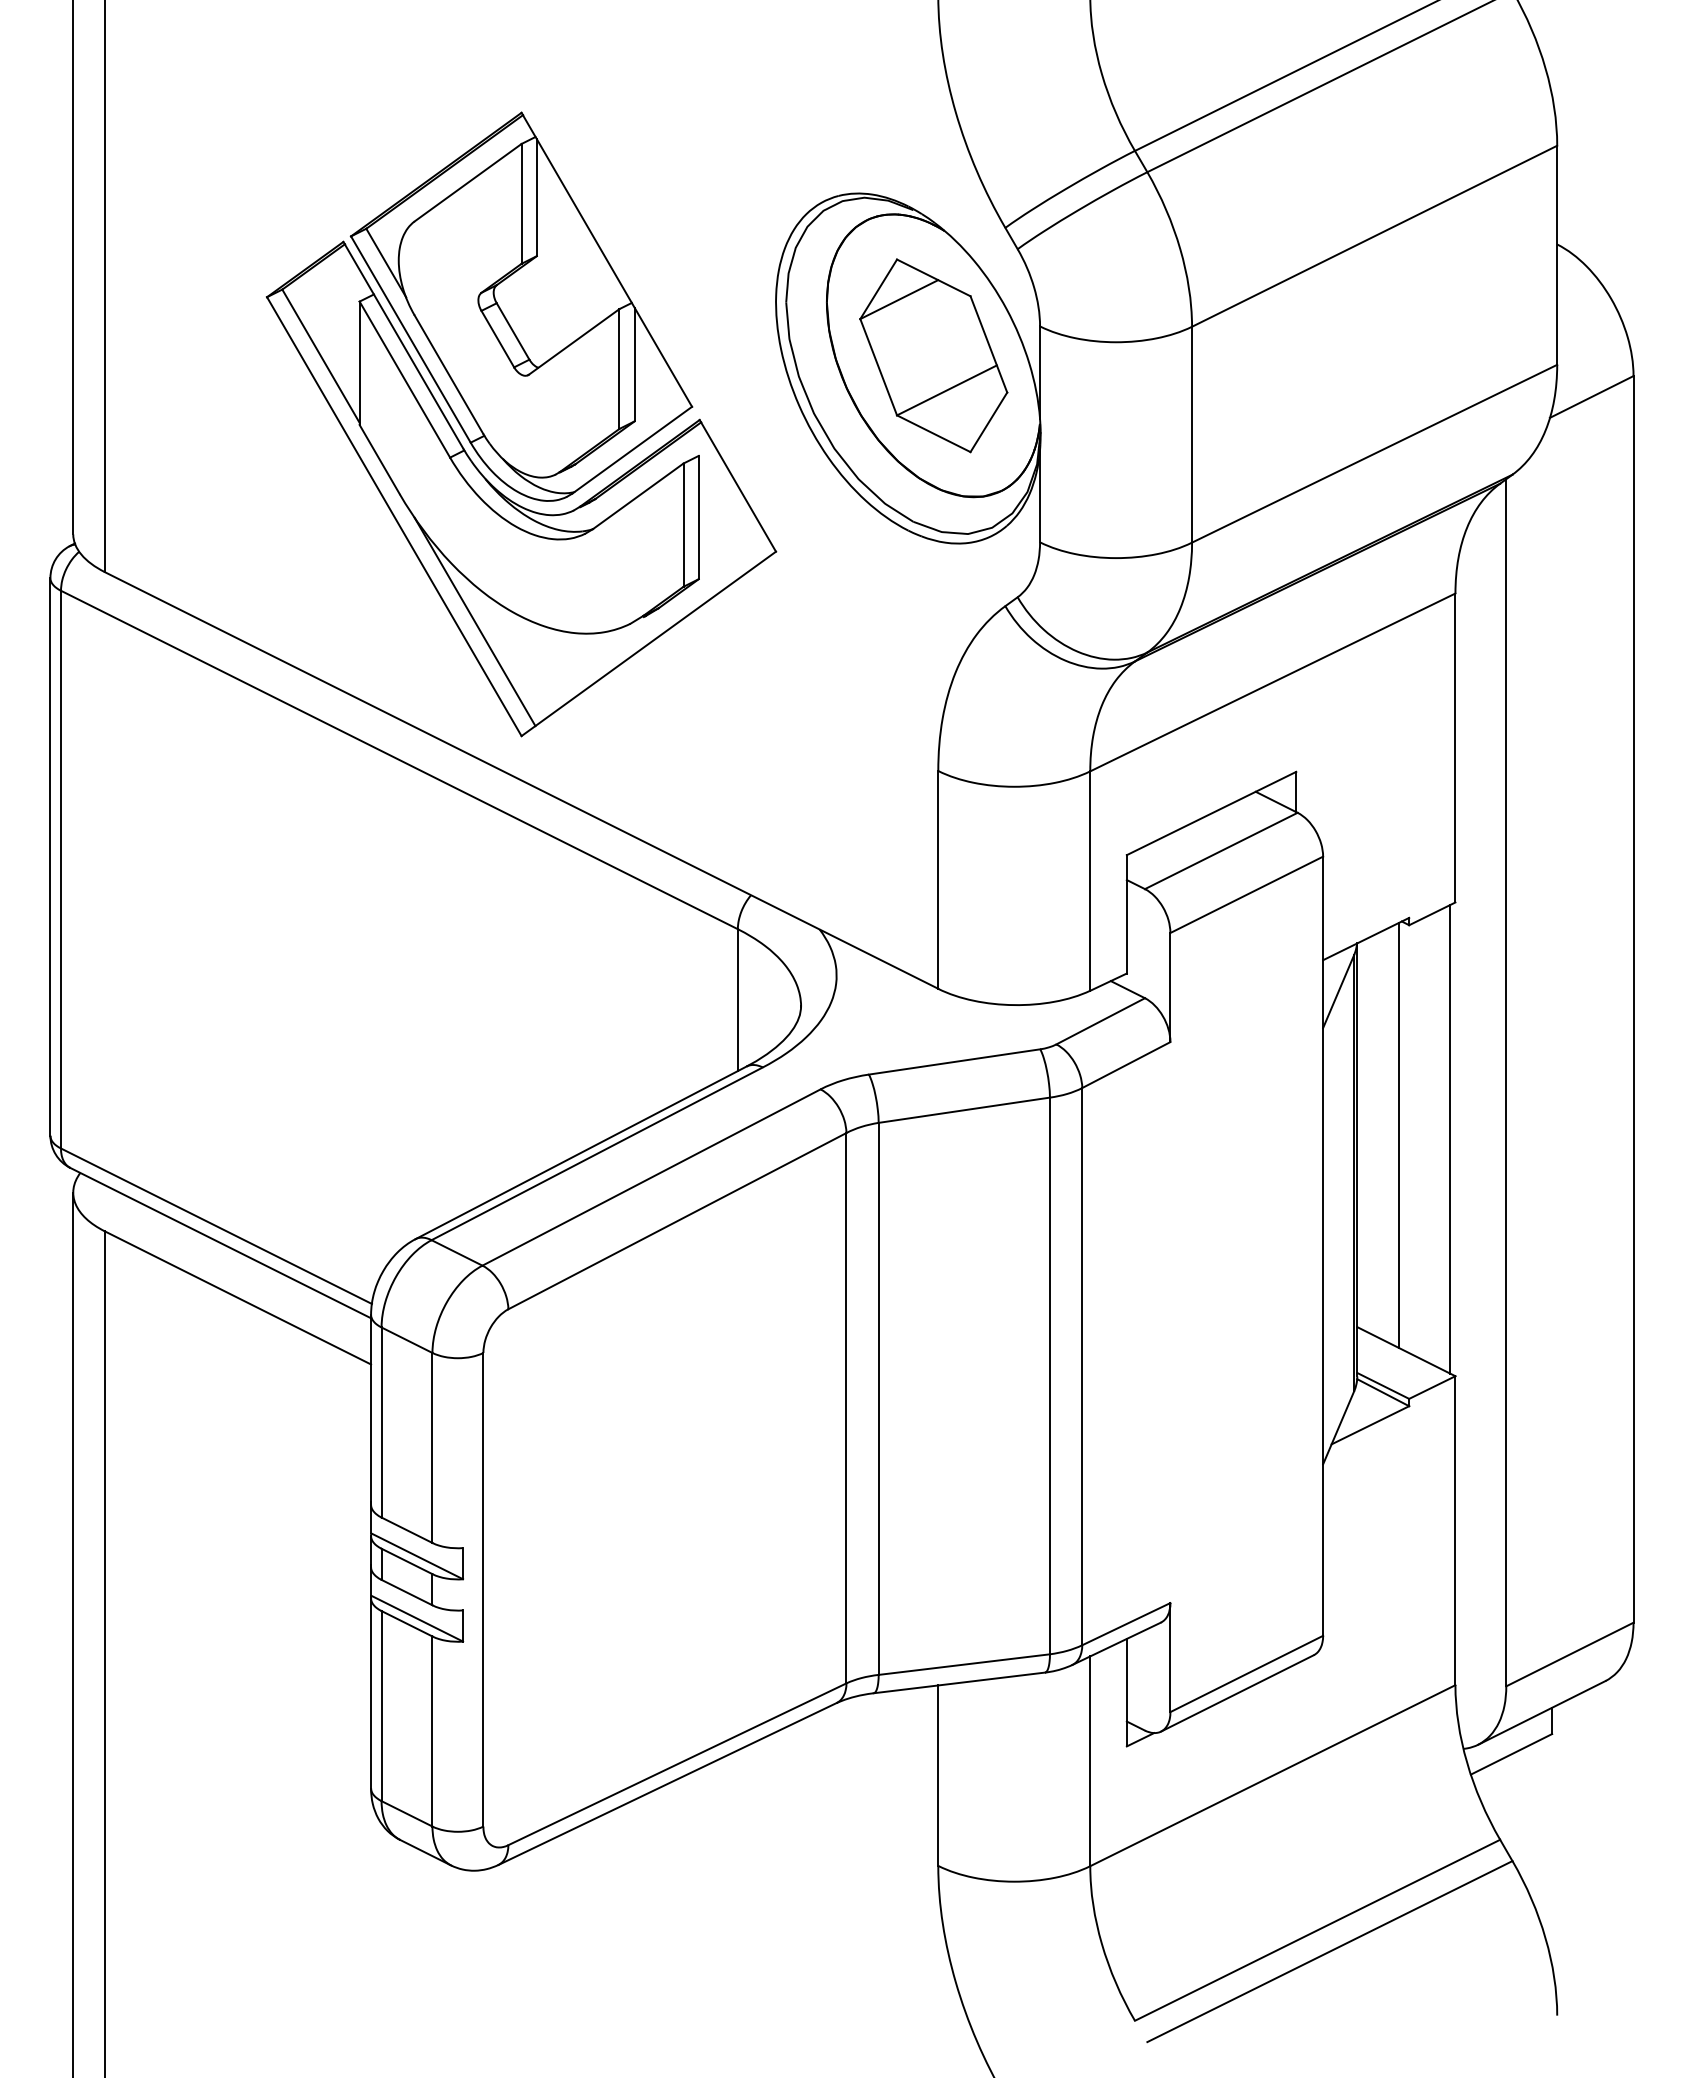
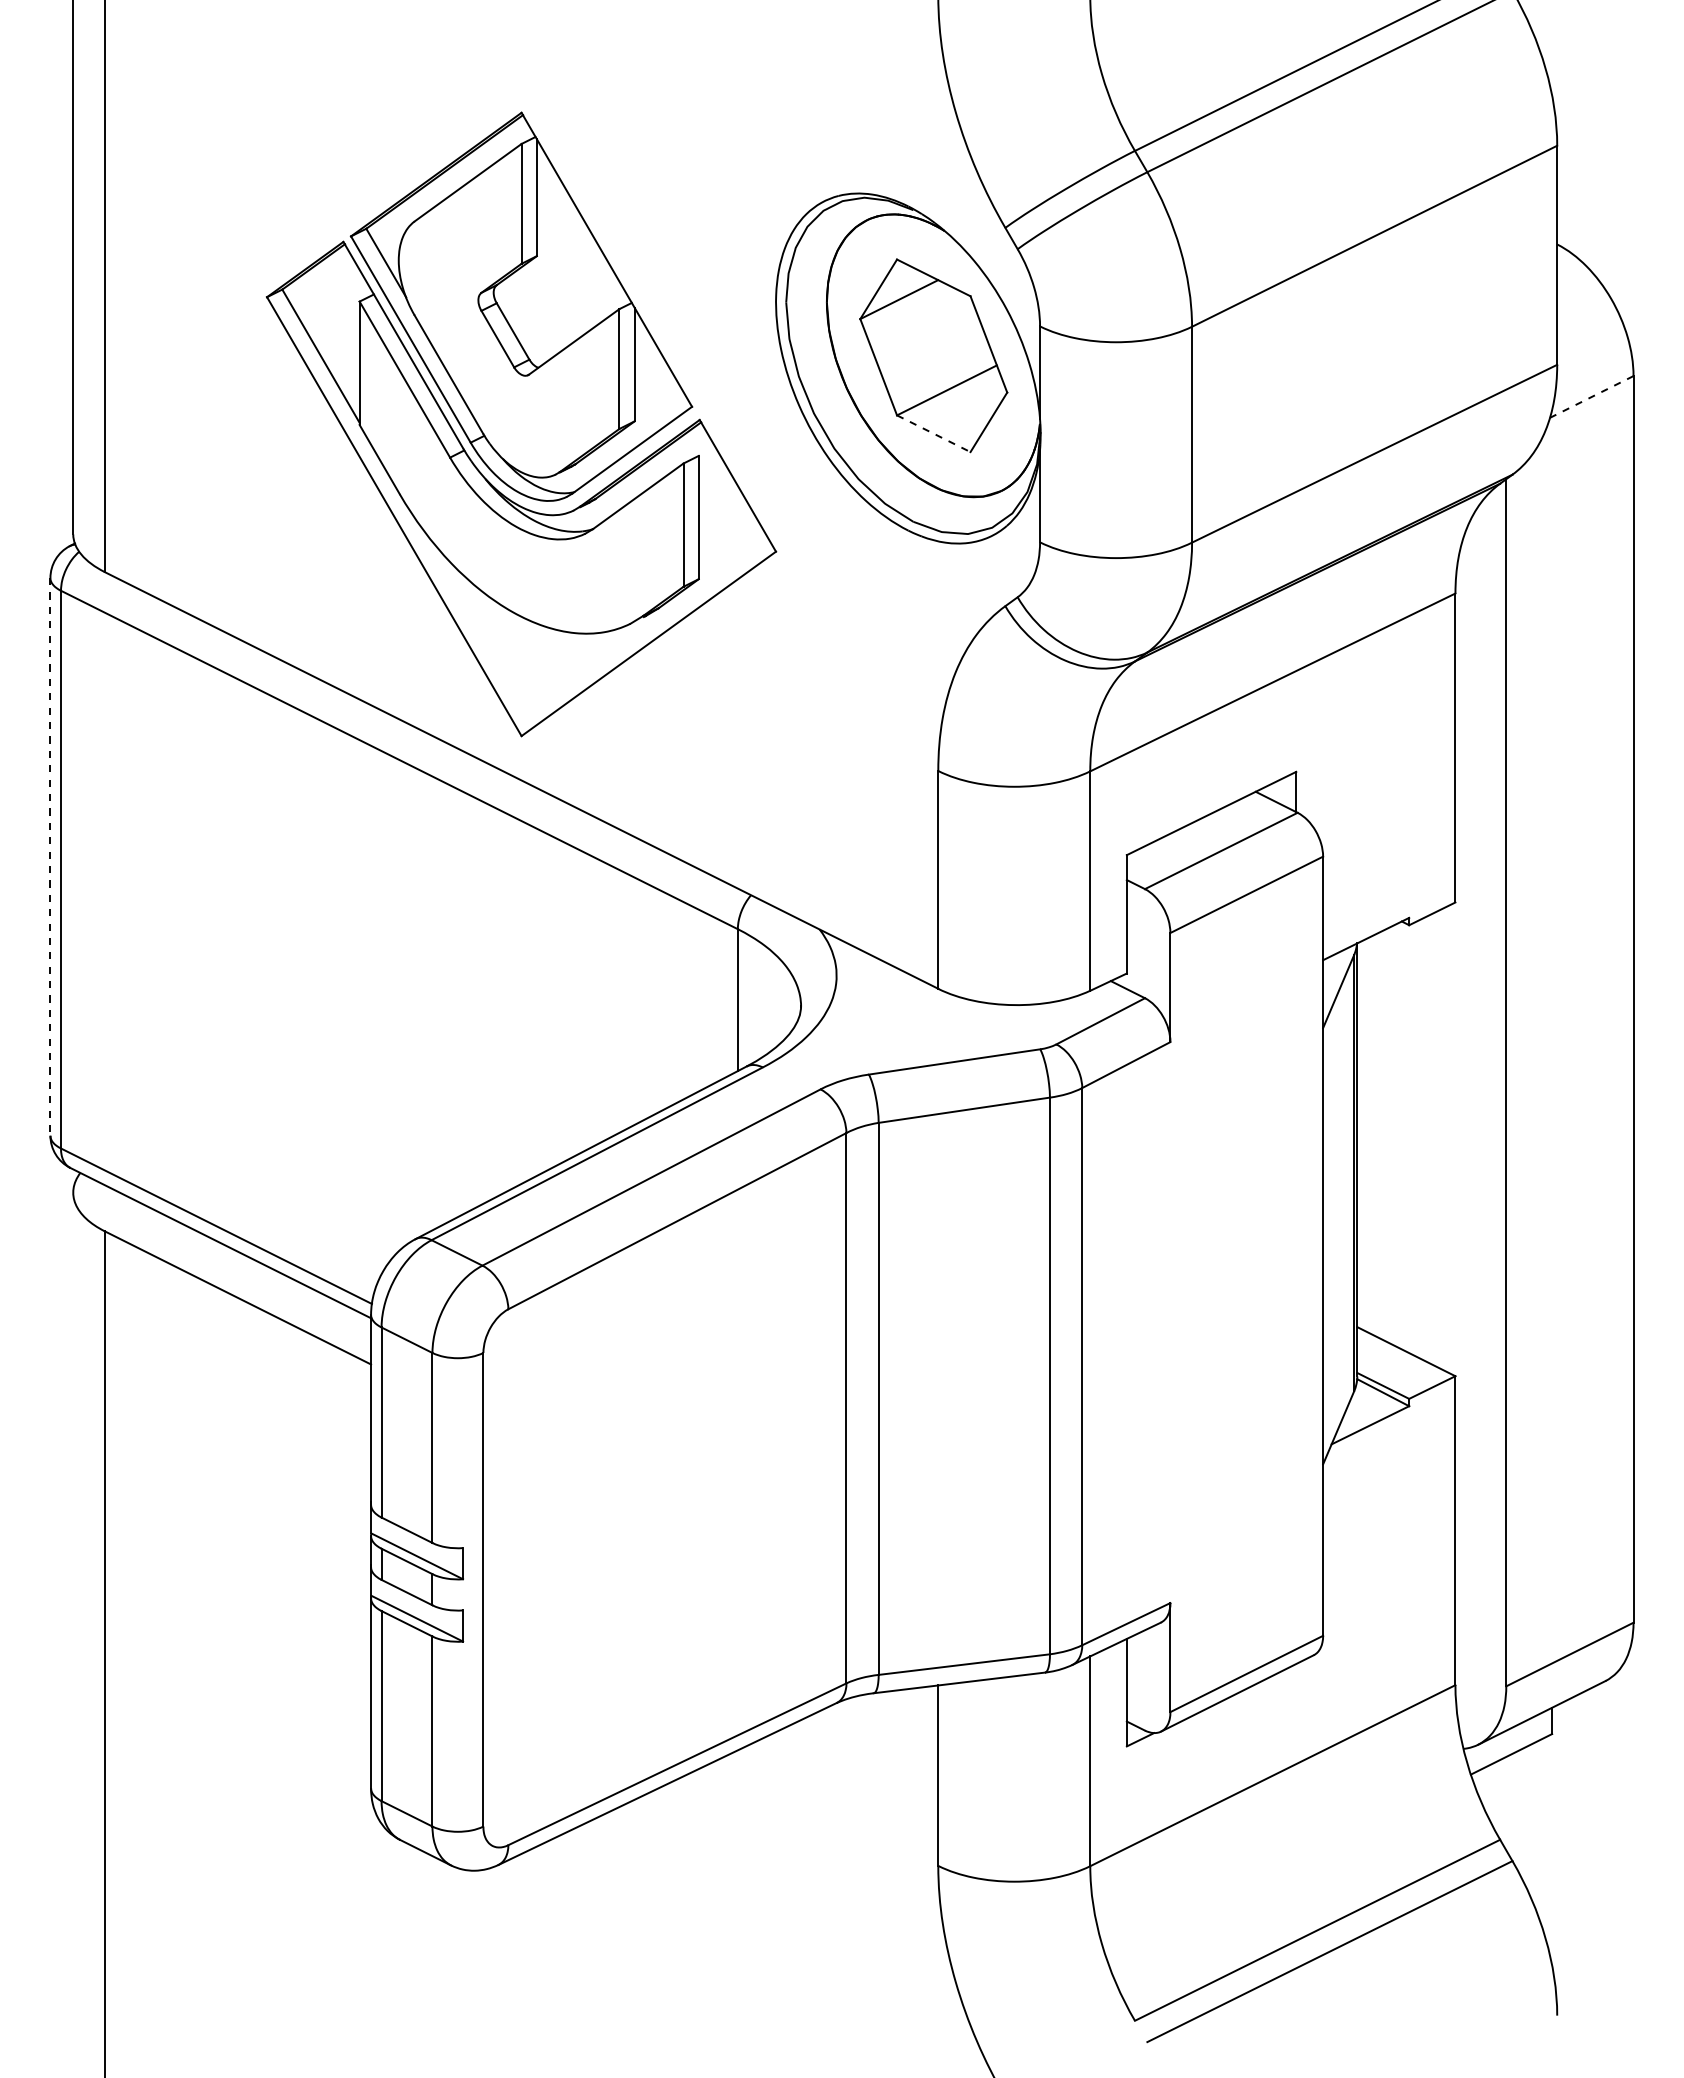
line at (1591, 397): solid -> dashed
line at (934, 433): solid -> dashed
line at (474, 621): present -> none
line at (50, 856): solid -> dashed
line at (1399, 1135): present -> none
line at (1450, 1139): present -> none
line at (73, 1633): present -> none
